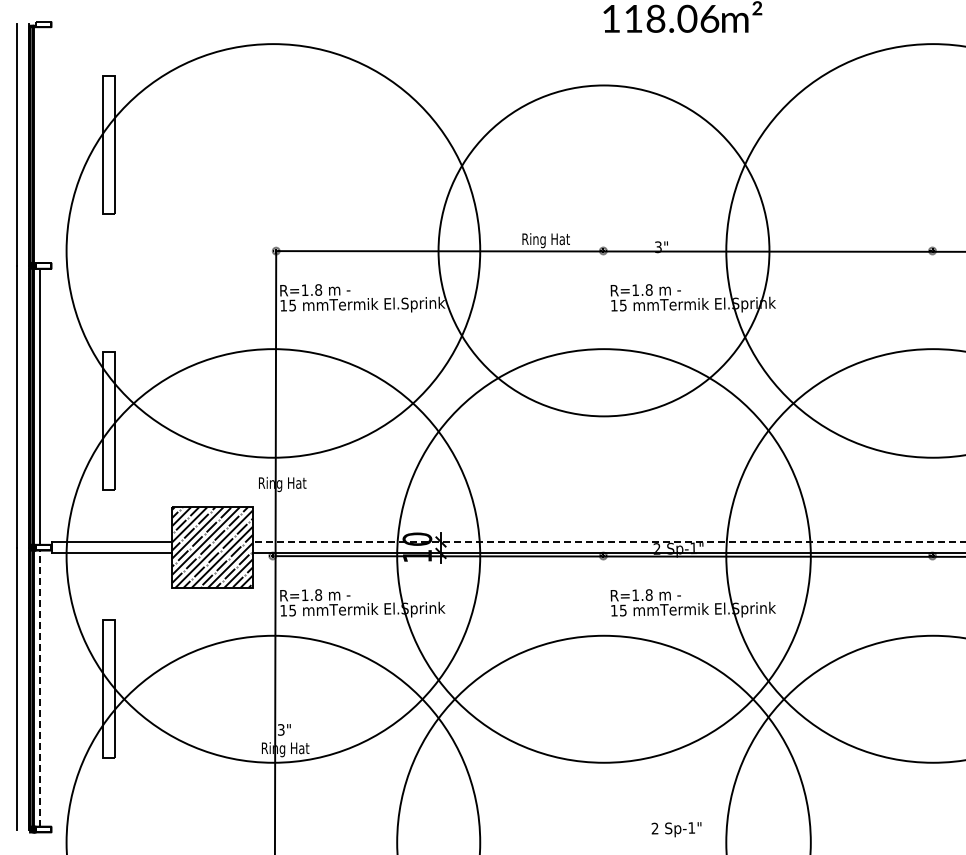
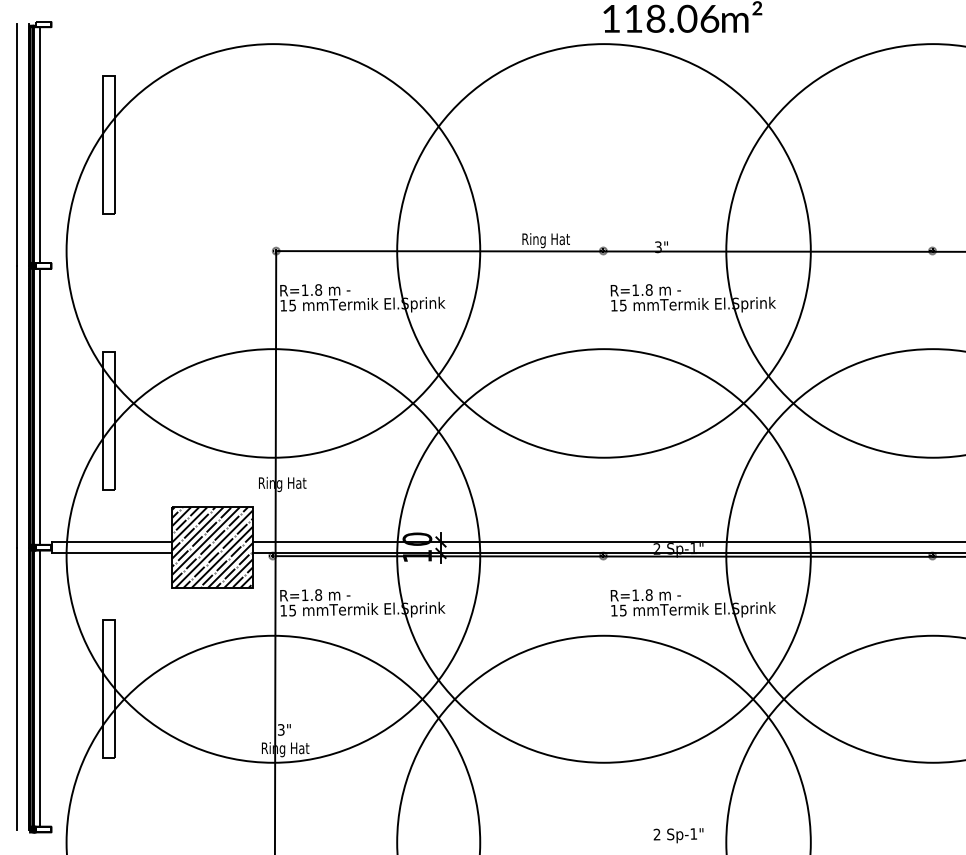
line at (39, 145): none -> present
circle at (603, 250) diameter: 331 px -> 414 px
line at (608, 541): dashed -> solid
line at (39, 688): dashed -> solid
text at (676, 829) position: (676, 829) -> (678, 835)
